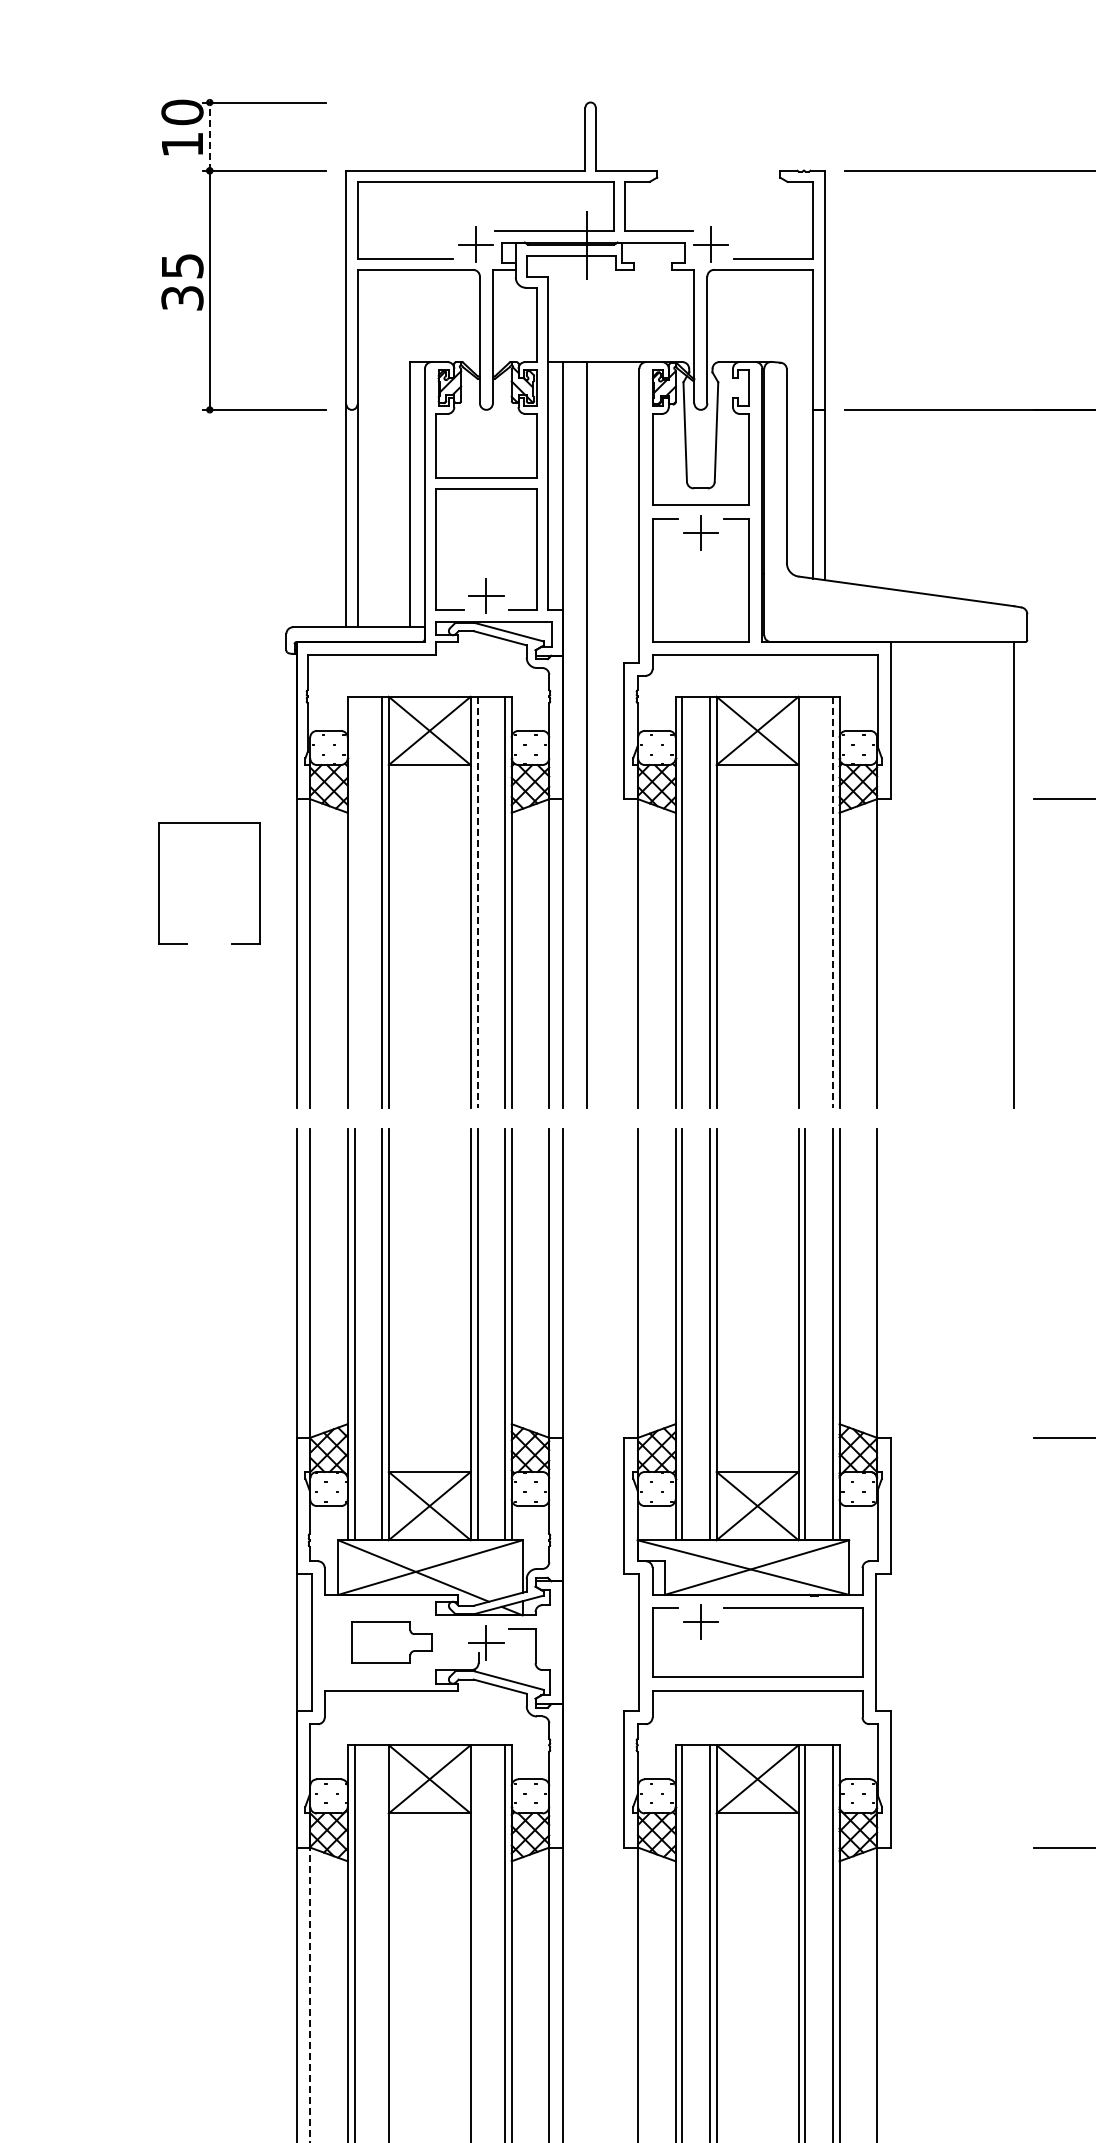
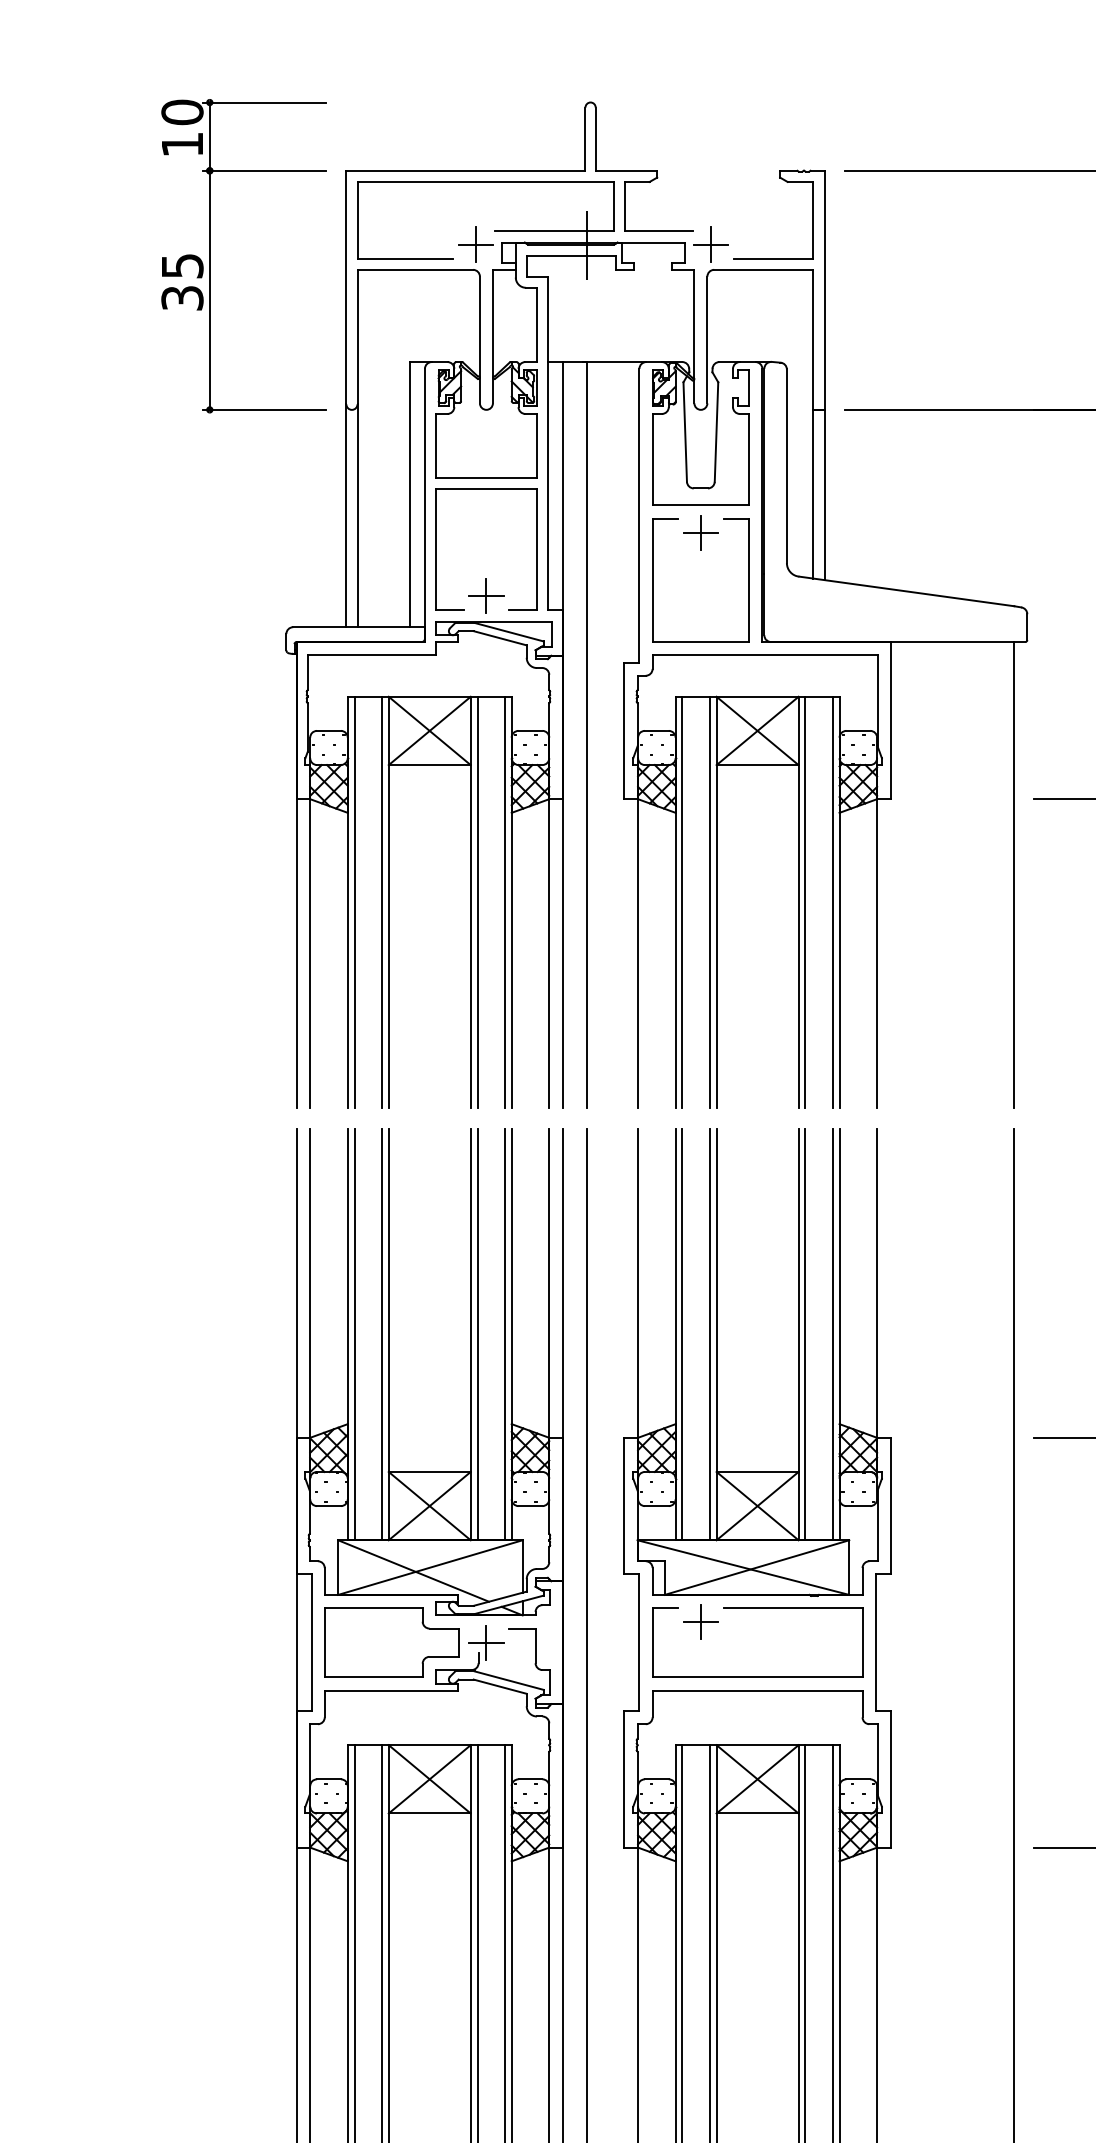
line at (209, 136): dashed -> solid
part at (159, 883): present -> none
line at (354, 902): none -> present
line at (477, 902): dashed -> solid
line at (805, 902): none -> present
line at (832, 902): dashed -> solid
line at (586, 1633): none -> present
line at (1013, 1633): none -> present
part at (391, 1642) size: 82x43 px -> 136x71 px
line at (381, 1942): none -> present
line at (477, 1942): none -> present
line at (310, 1993): dashed -> solid
